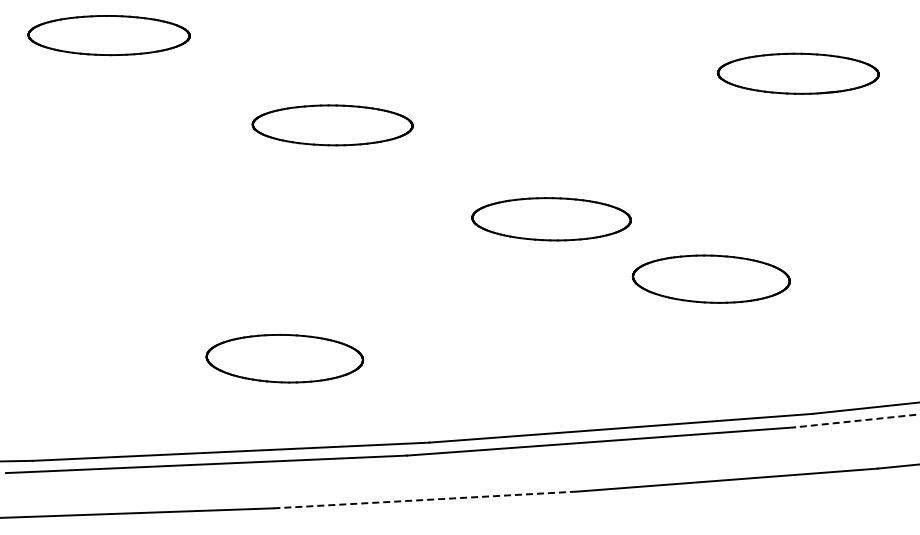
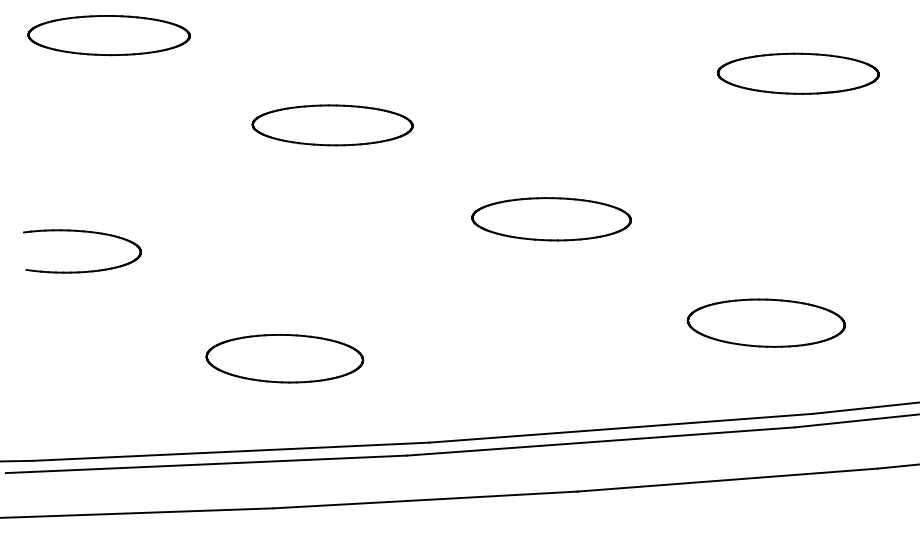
part at (82, 232): none -> present
part at (710, 278) position: (710, 278) -> (765, 322)
line at (857, 420): dashed -> solid
line at (426, 499): dashed -> solid
